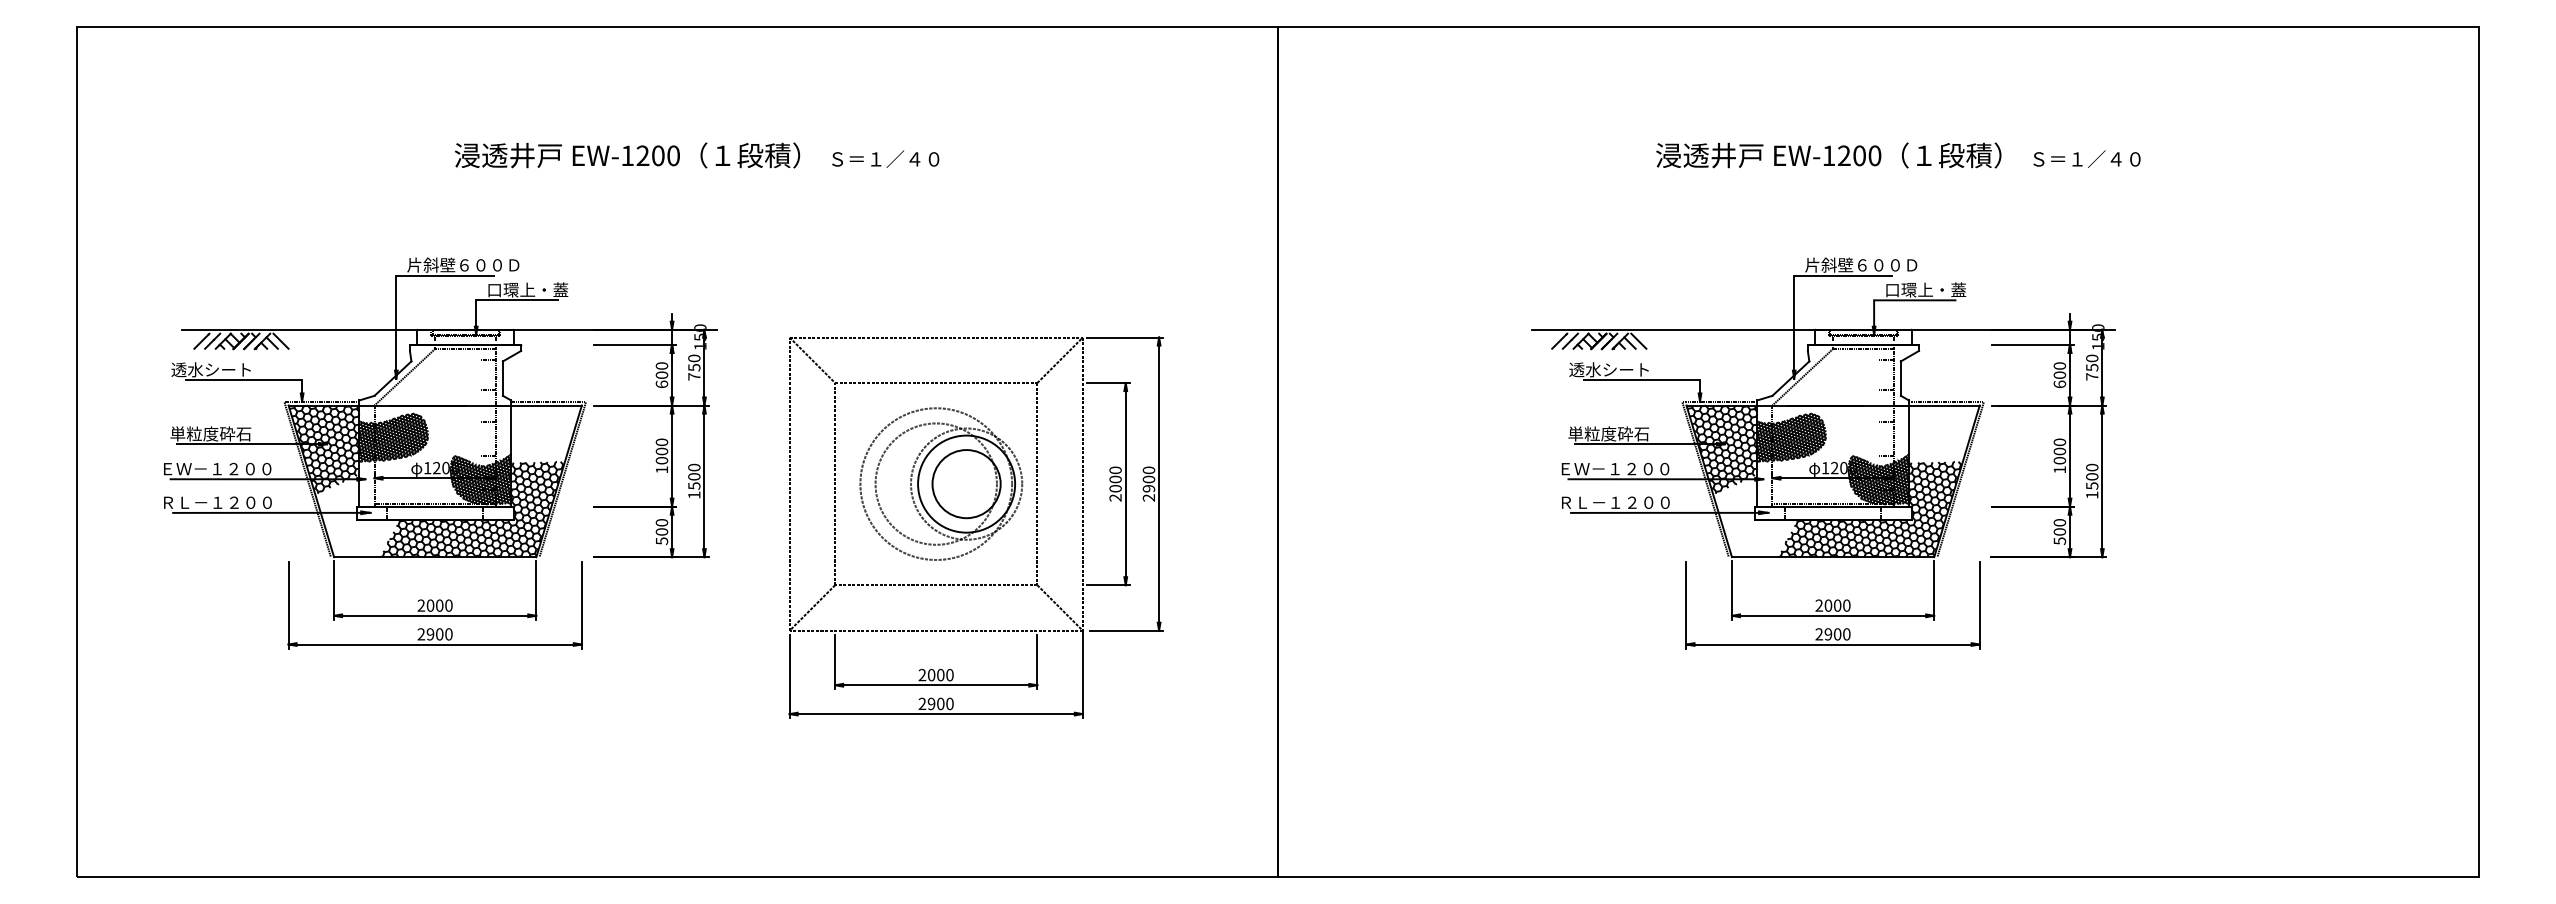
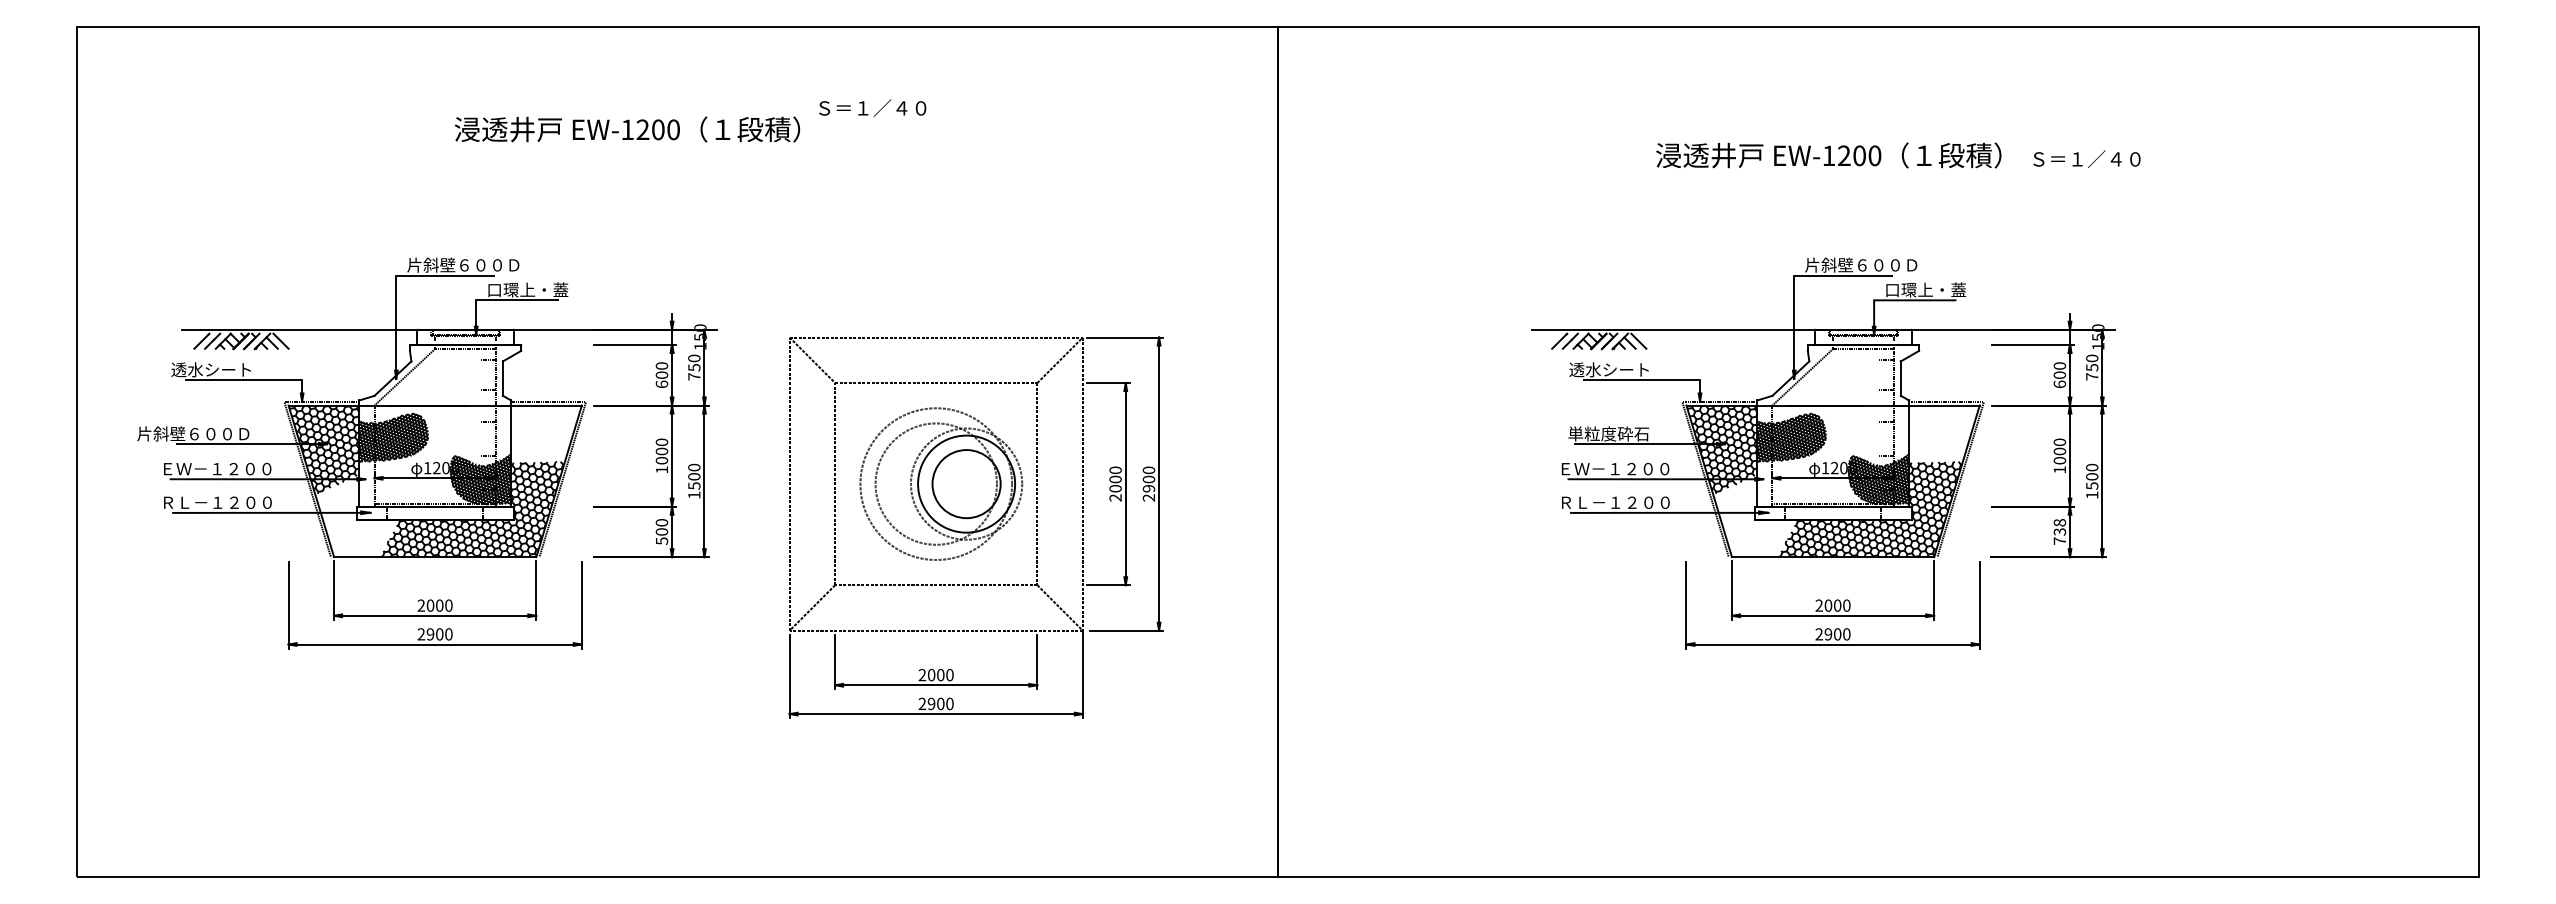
text at (627, 155) position: (627, 155) -> (627, 129)
text at (885, 158) position: (885, 158) -> (872, 107)
text at (194, 433): 単粒度砕石 -> 片斜壁６００Ｄ
text at (2059, 532): 500 -> 738
